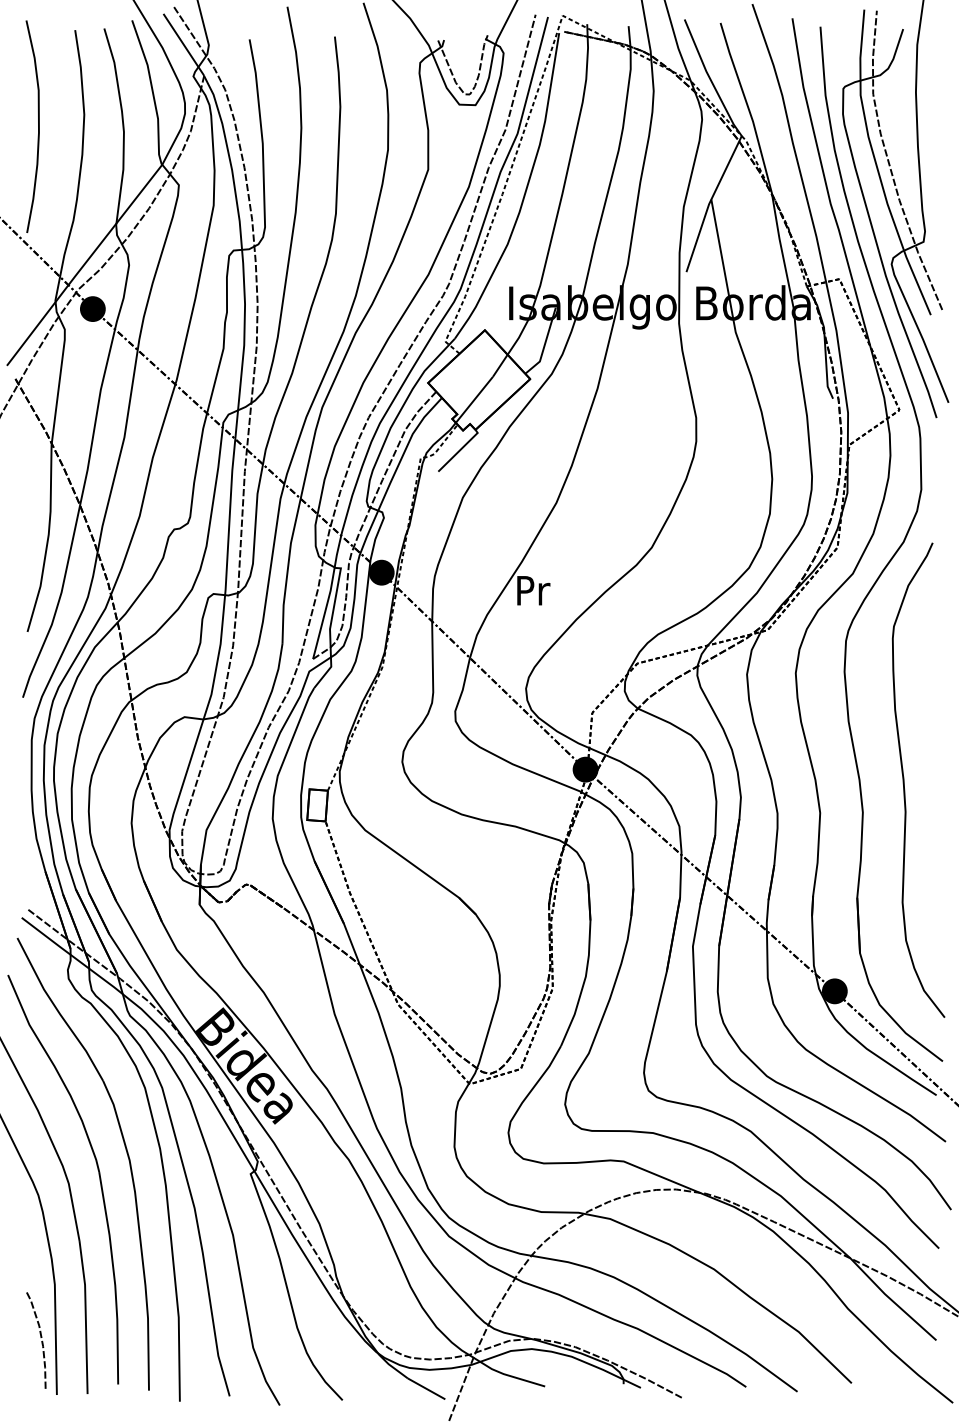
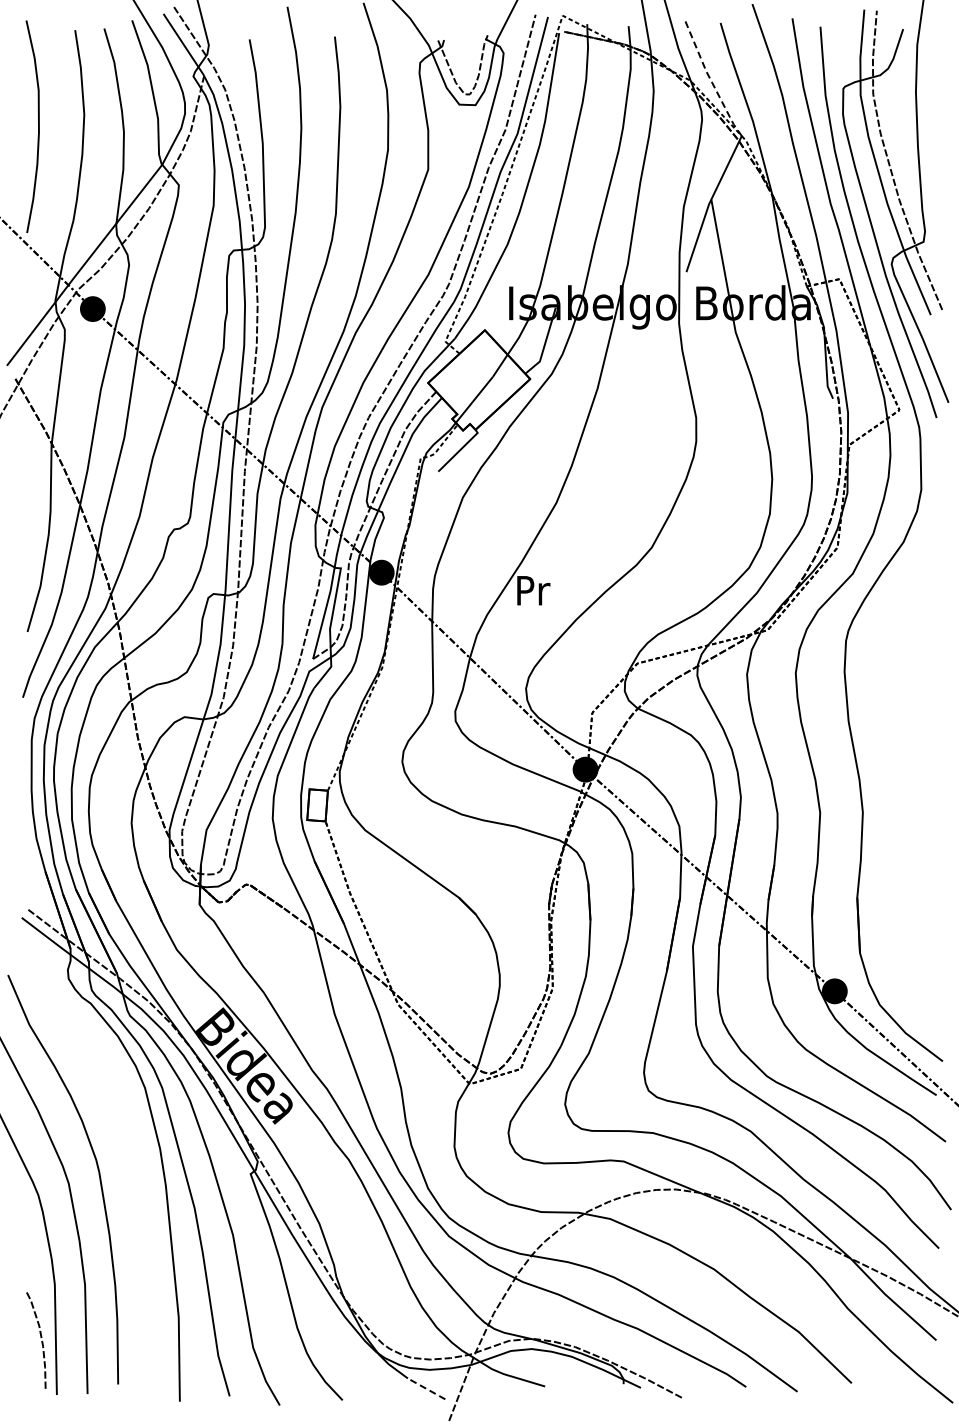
line at (710, 79): solid -> dashed
curve at (904, 779): present -> none
part at (125, 1150): present -> none
line at (426, 1388): solid -> dashed
